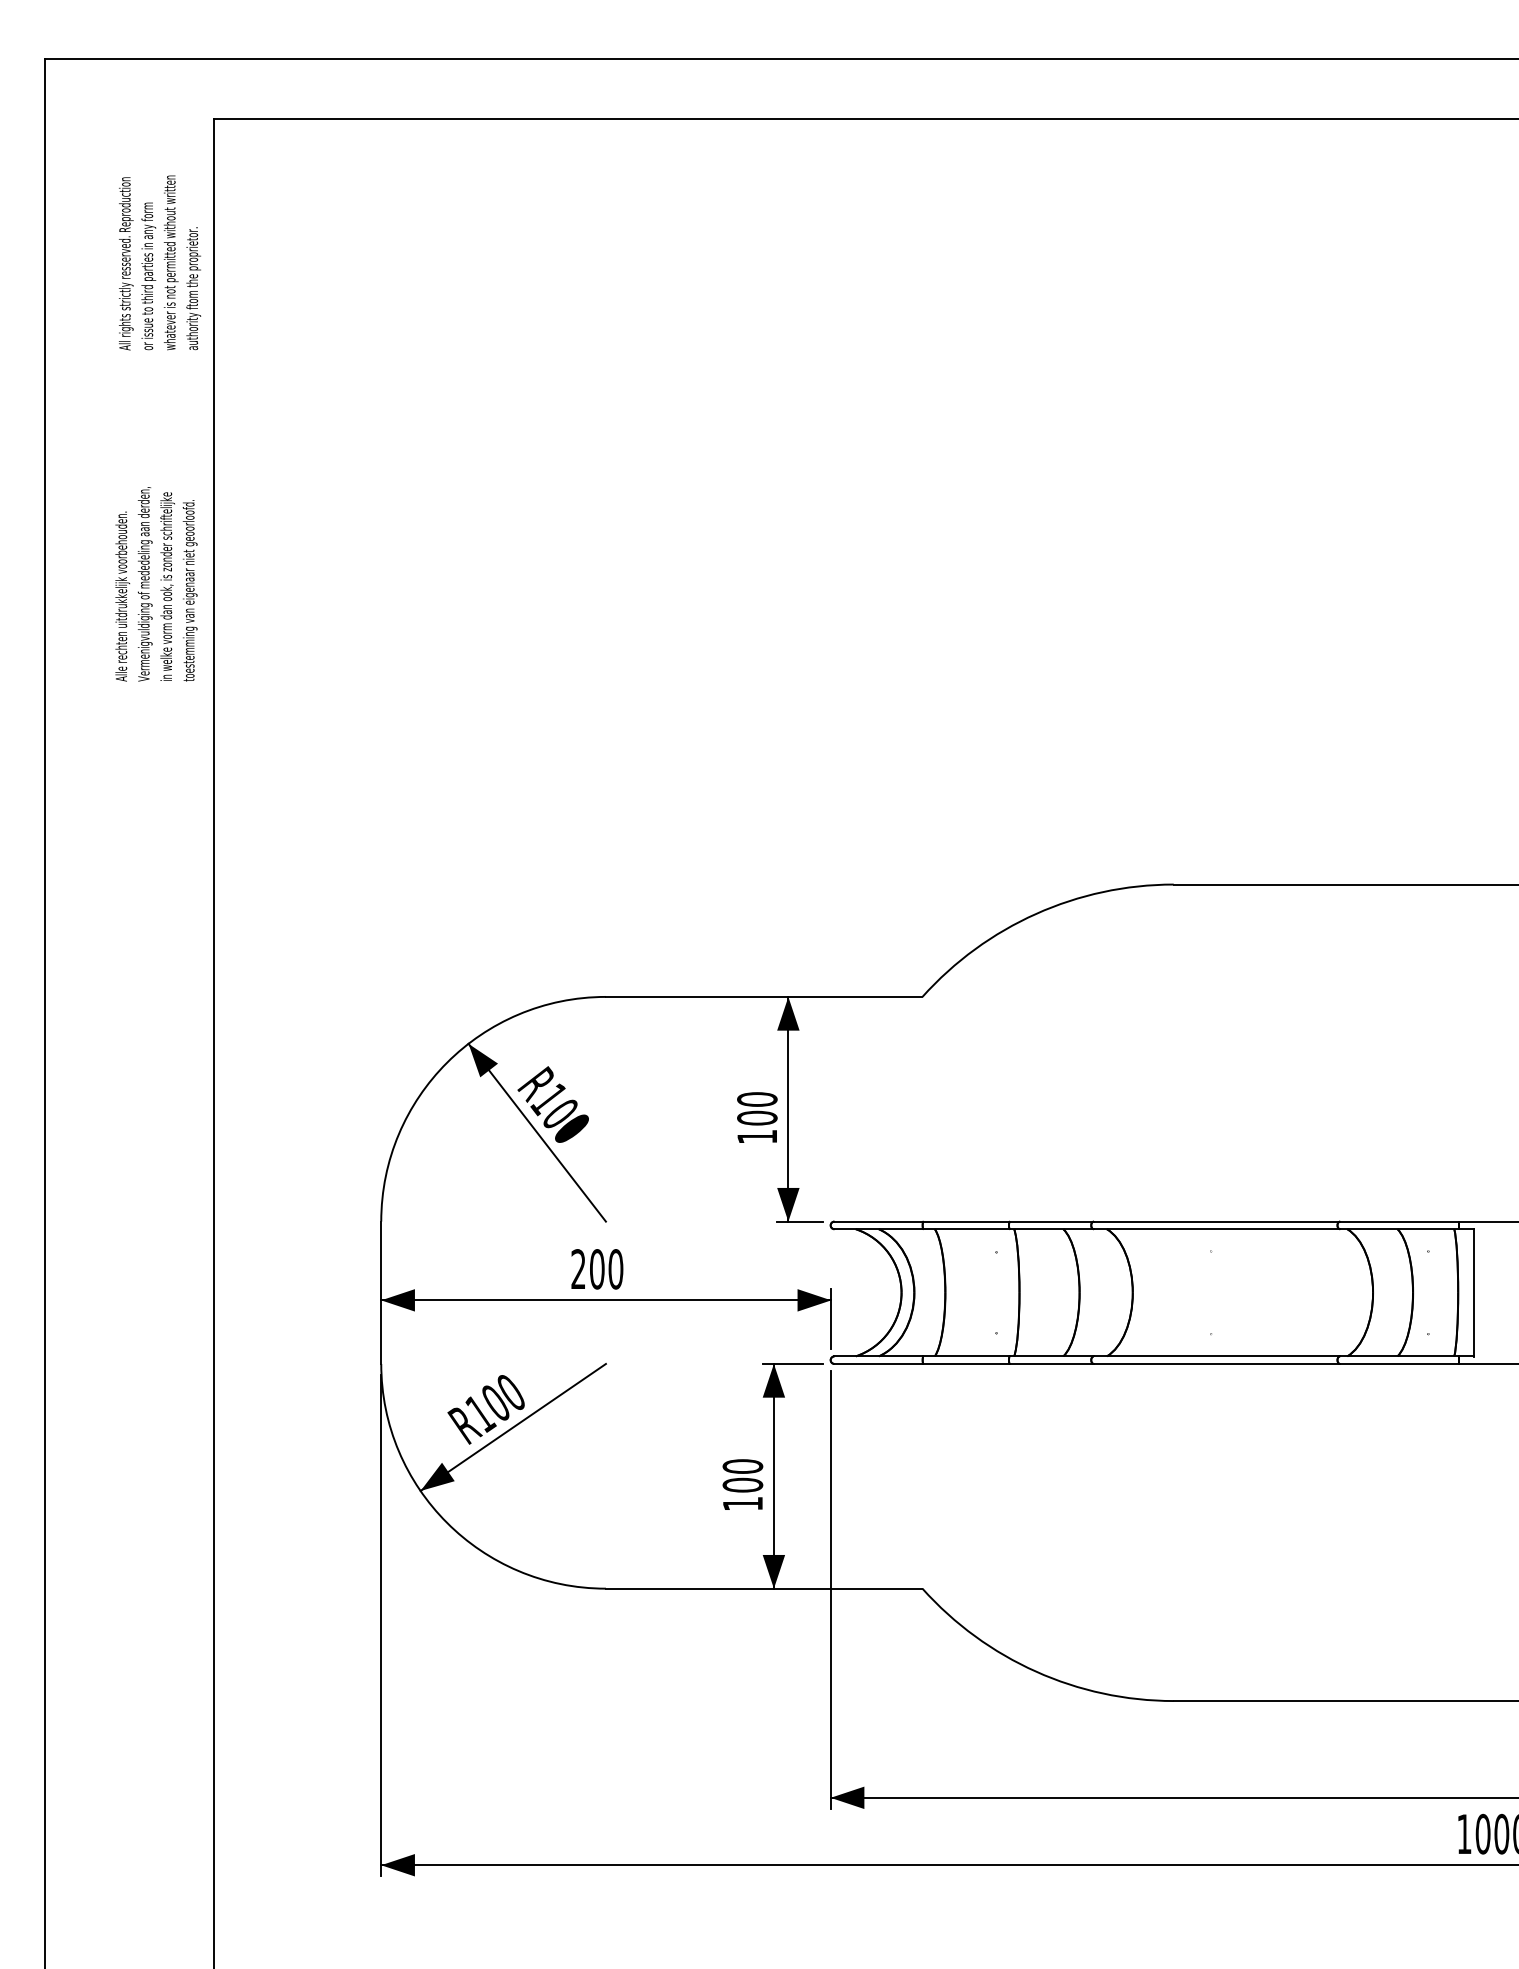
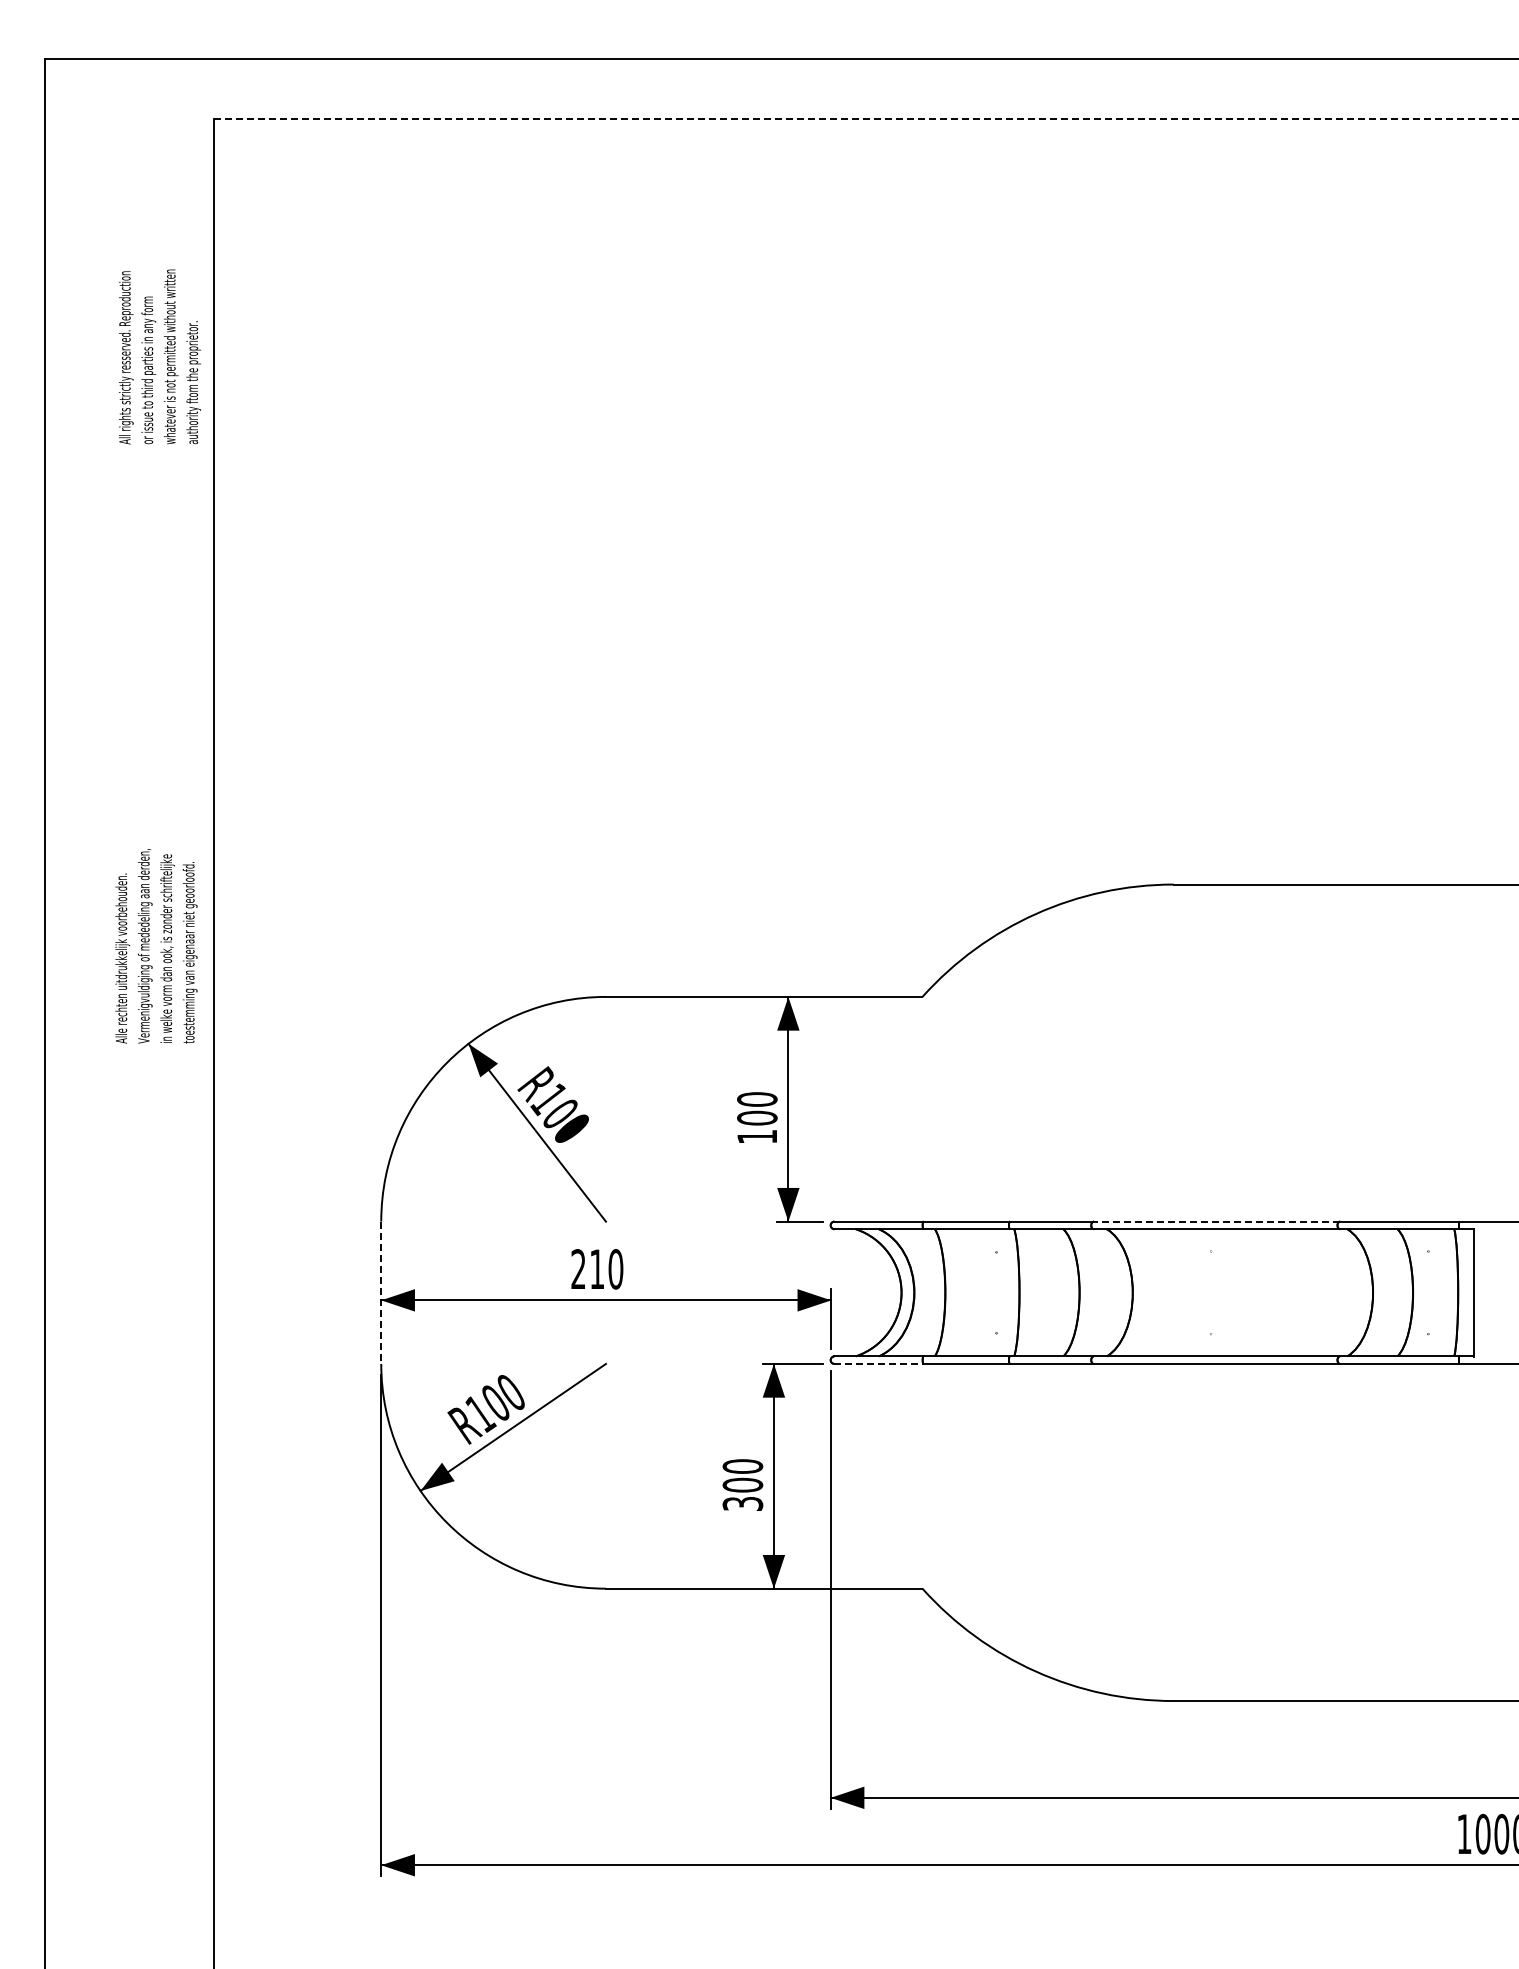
line at (866, 118): solid -> dashed
text at (160, 262) position: (160, 262) -> (160, 356)
text at (156, 584) position: (156, 584) -> (156, 946)
line at (1216, 1221): solid -> dashed
text at (597, 1269): 200 -> 210
line at (381, 1293): solid -> dashed
line at (879, 1363): solid -> dashed
text at (742, 1503): 100 -> 300
